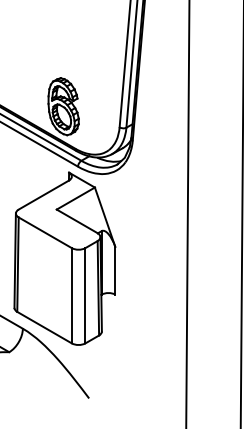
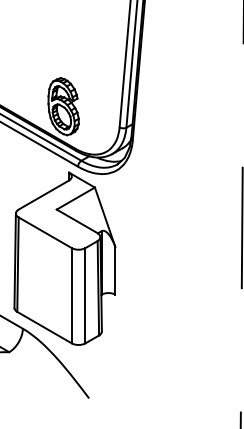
line at (187, 213): present -> none
line at (242, 214): solid -> dashed
